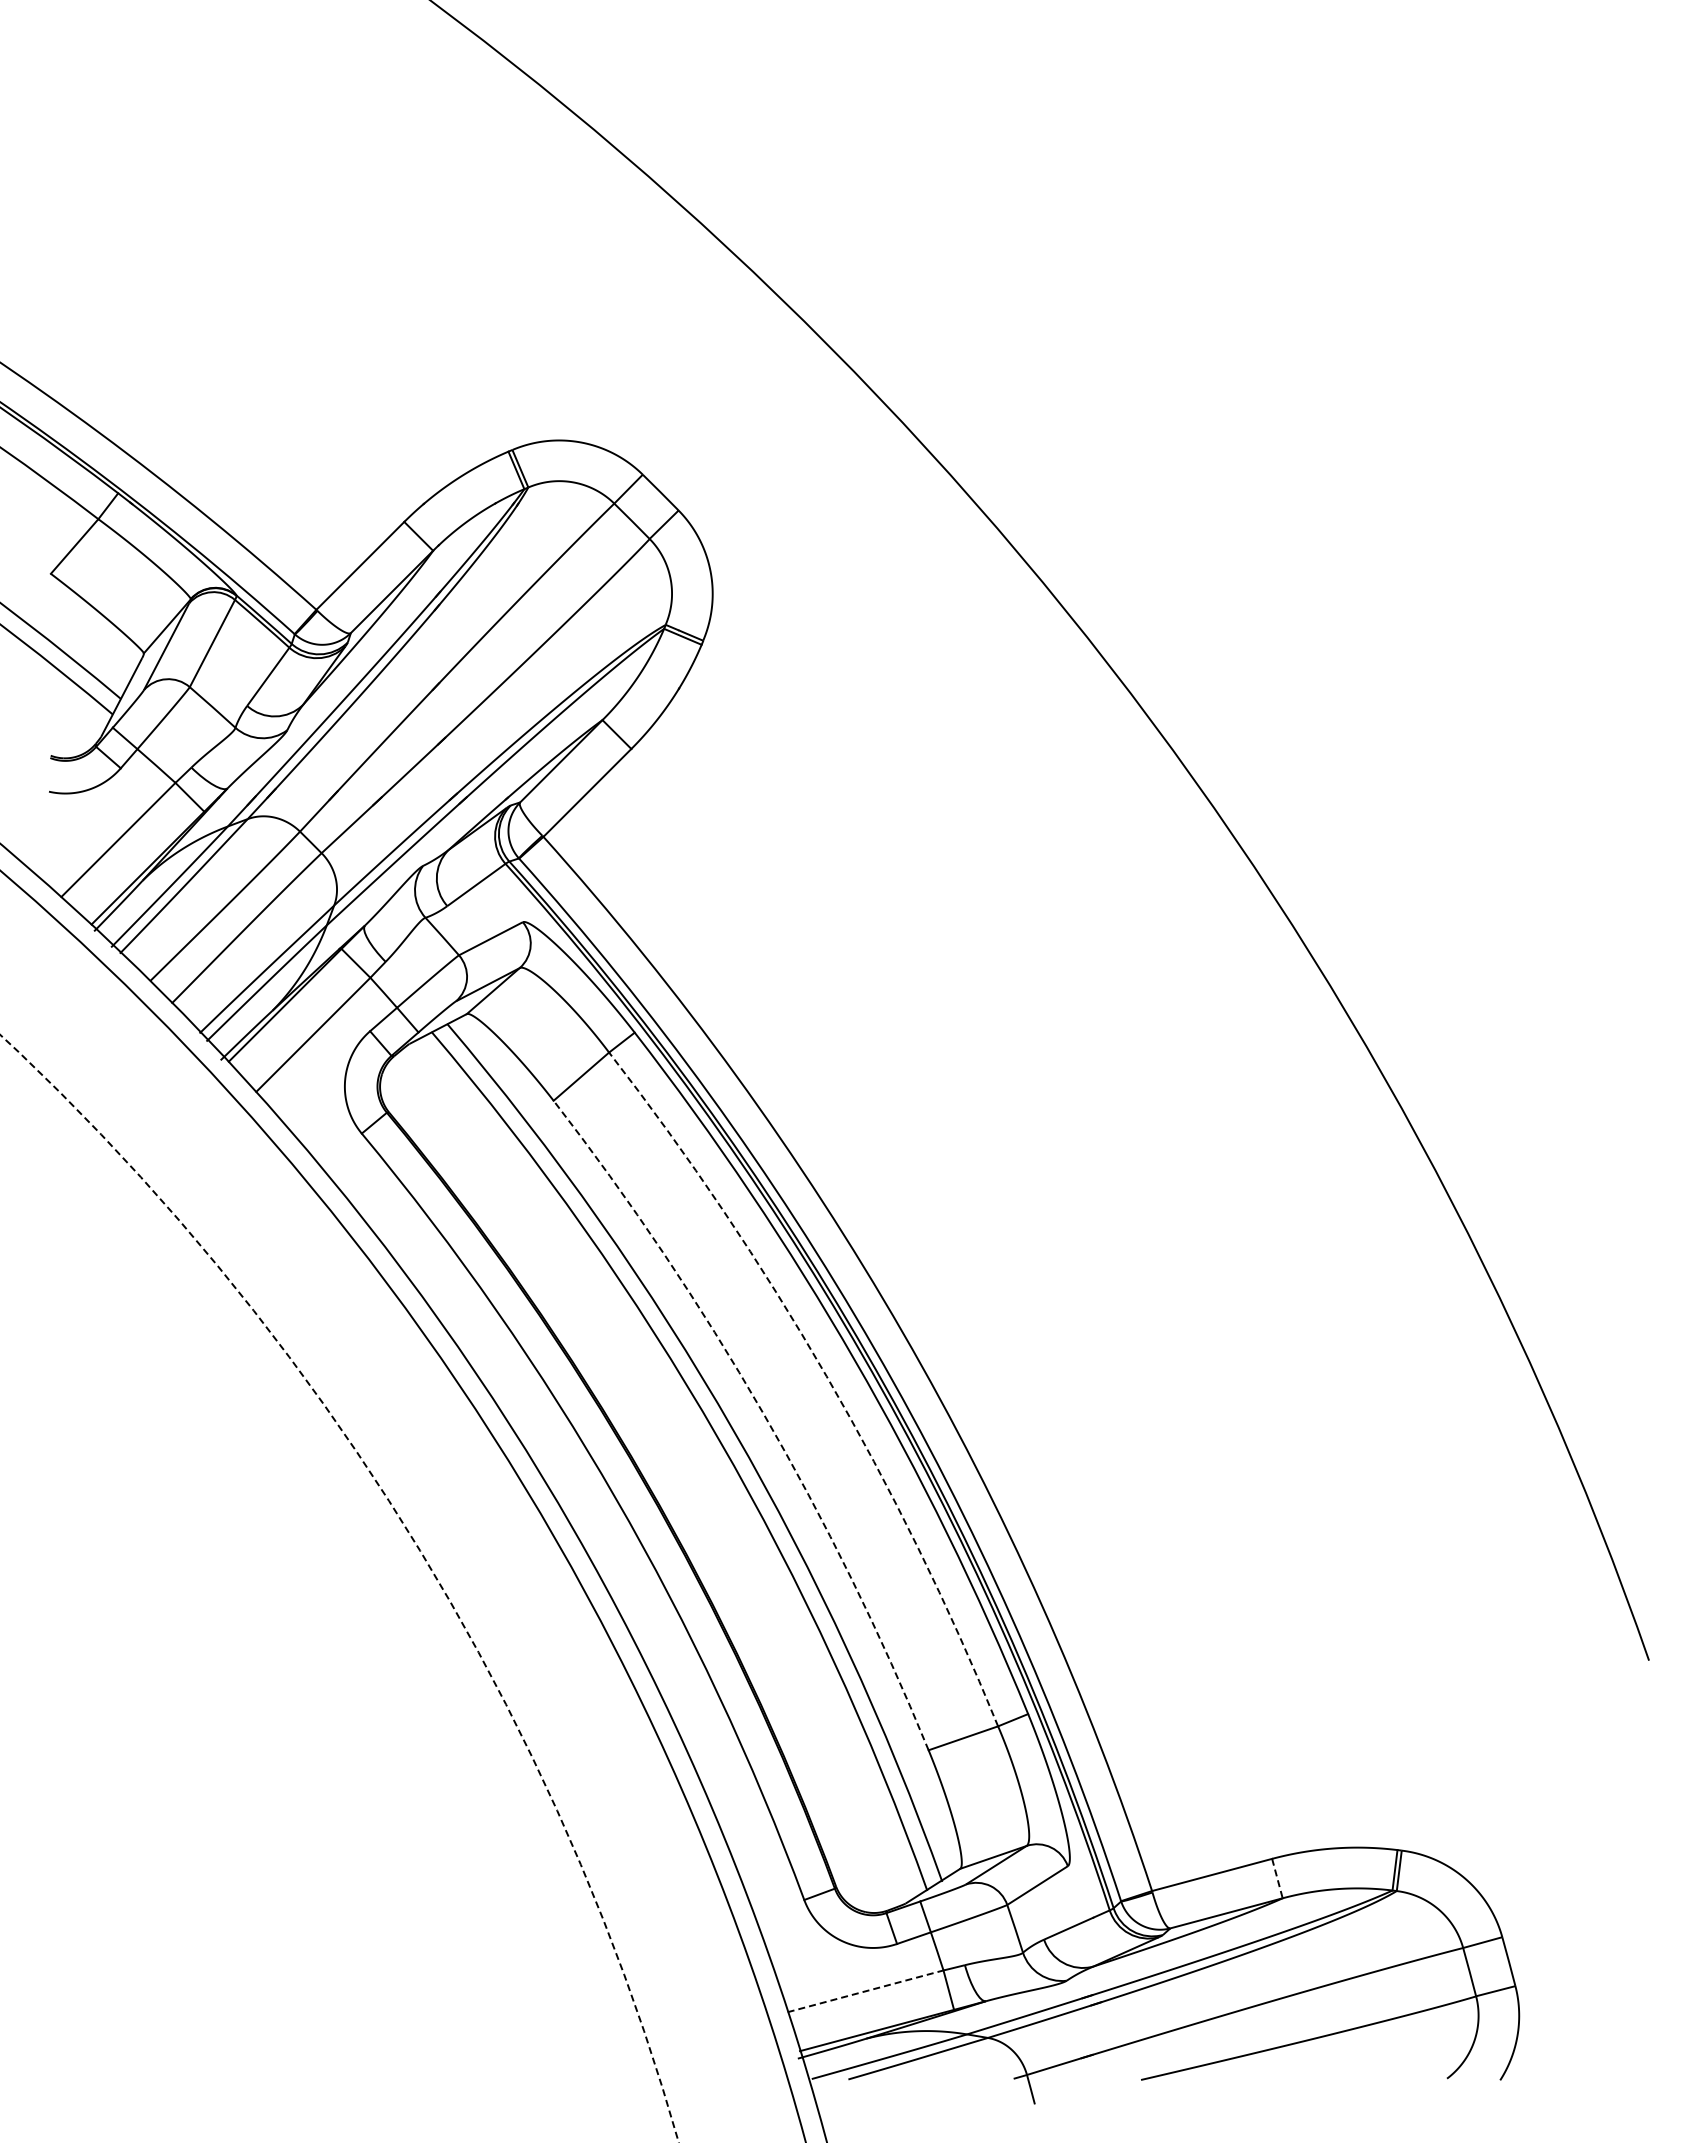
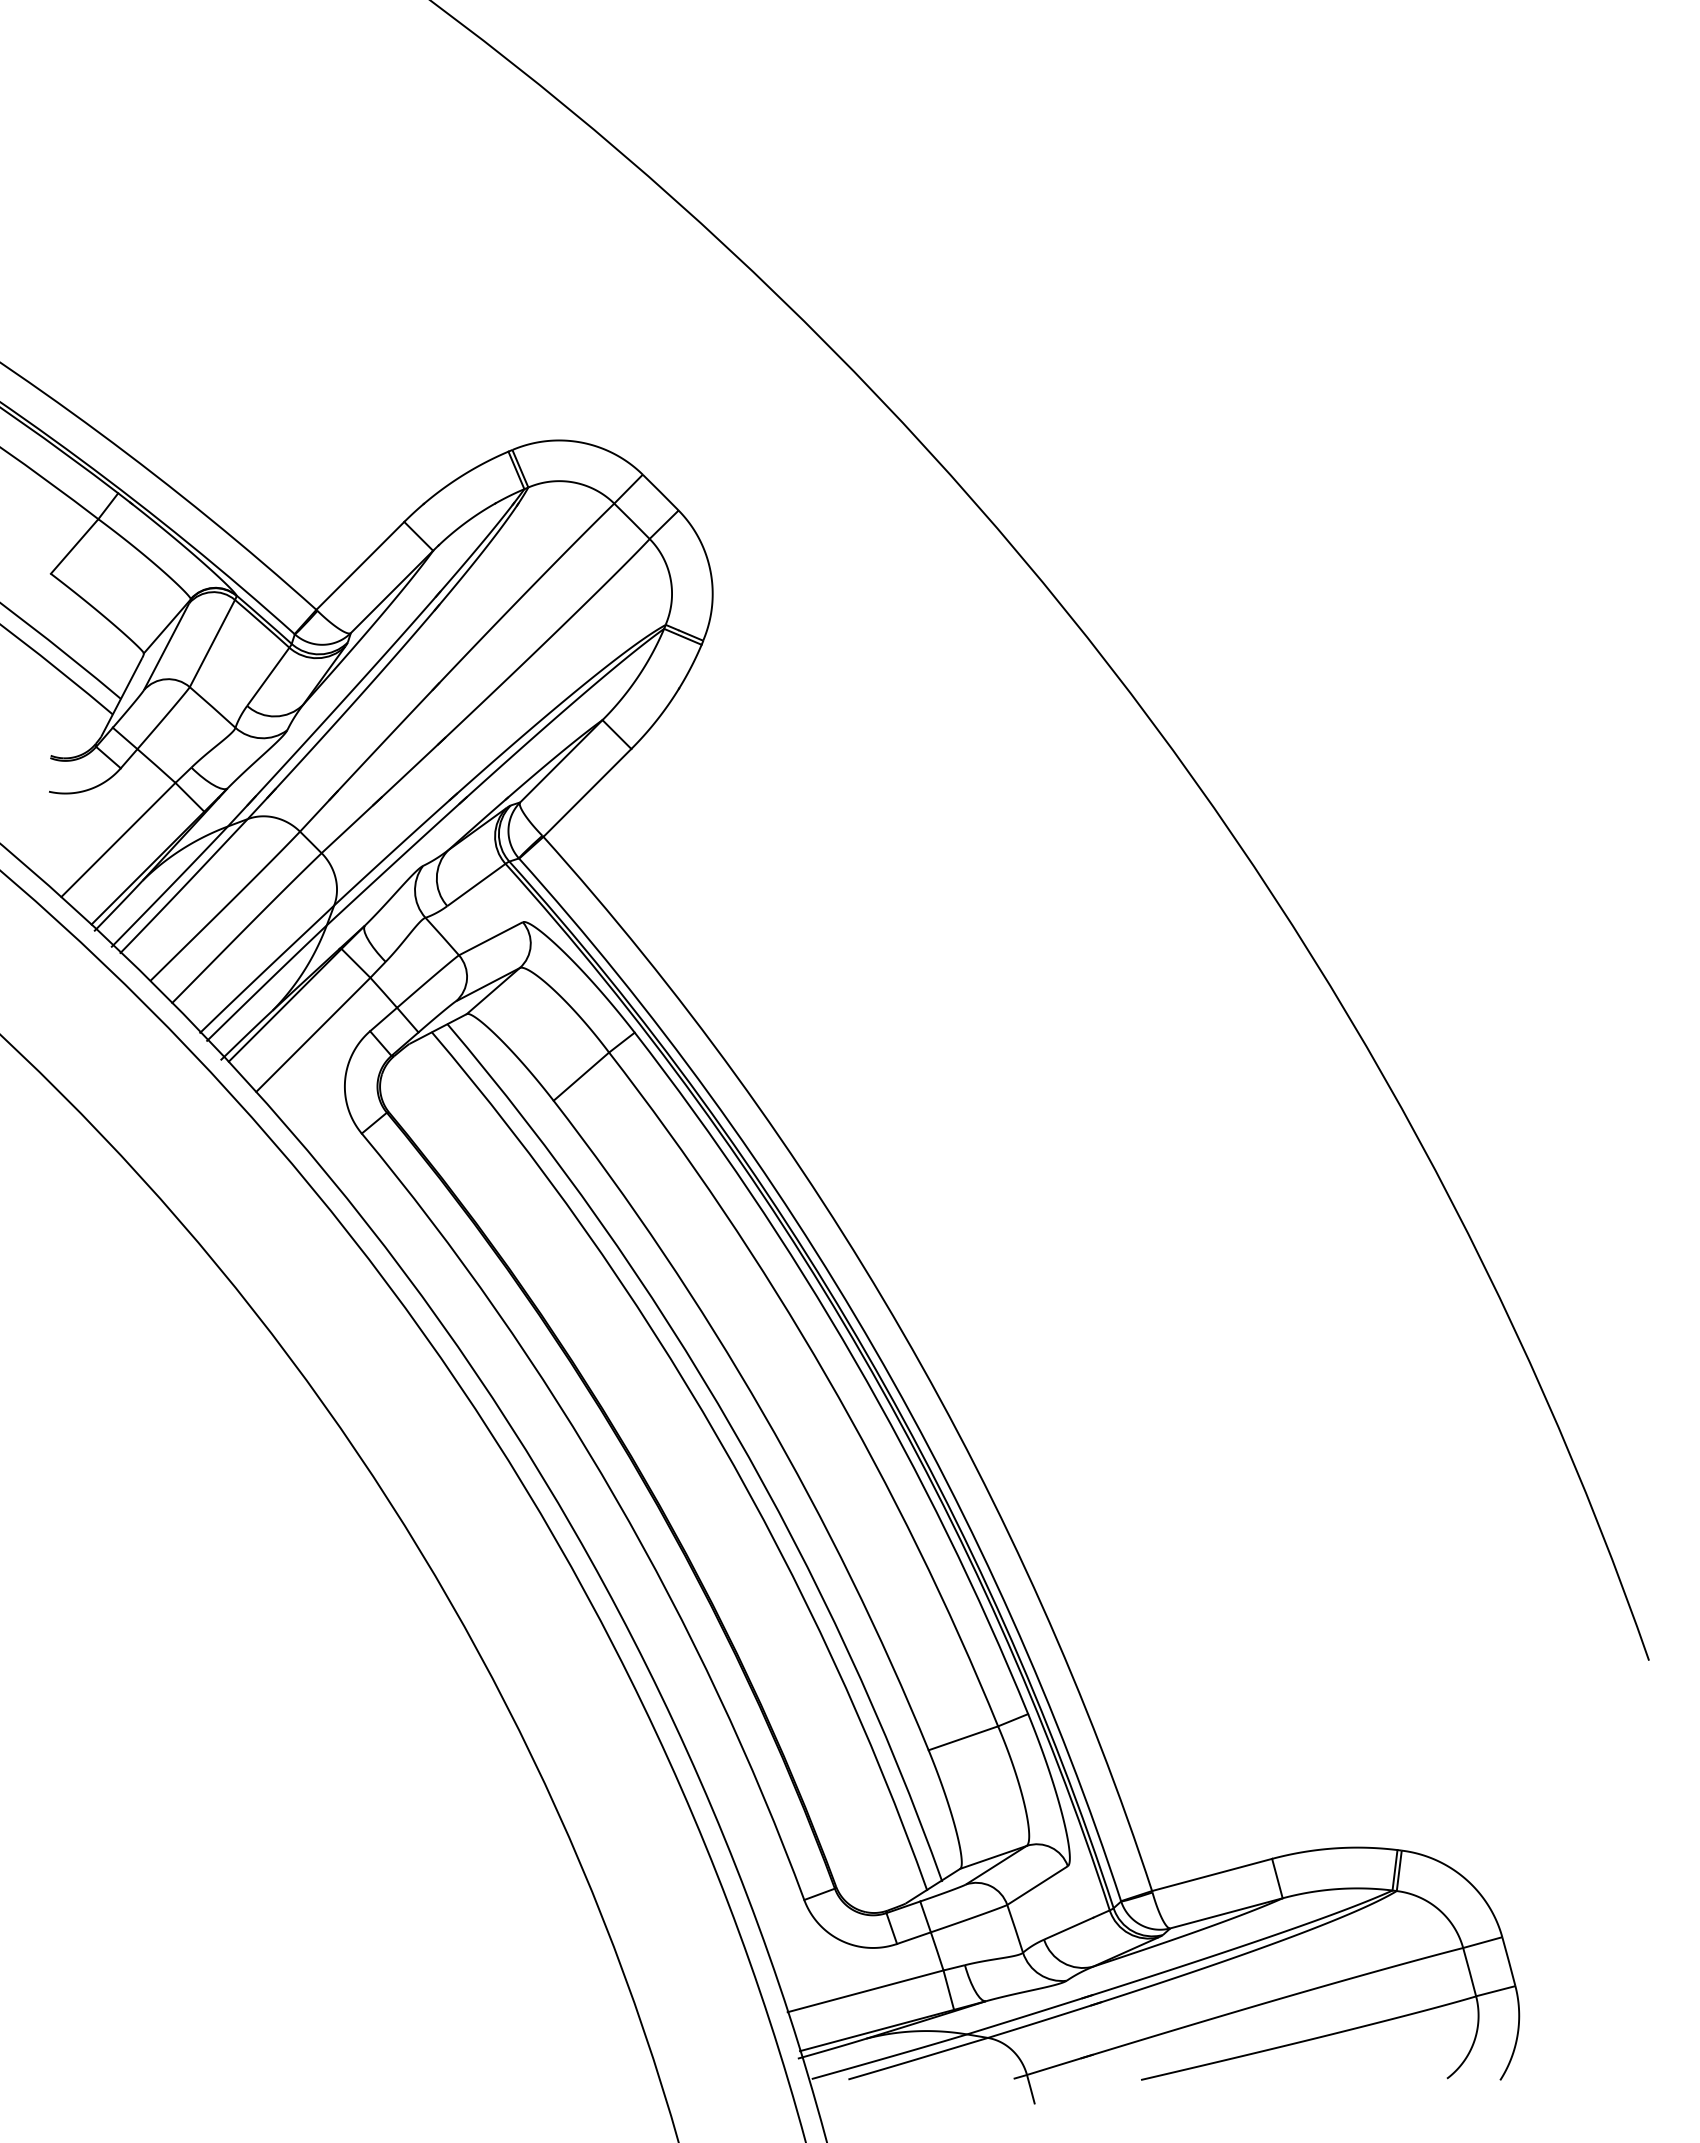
arc at (826, 1376): dashed -> solid
arc at (763, 1412): dashed -> solid
circle at (339, 1588): dashed -> solid
line at (1277, 1879): dashed -> solid
line at (865, 1991): dashed -> solid
